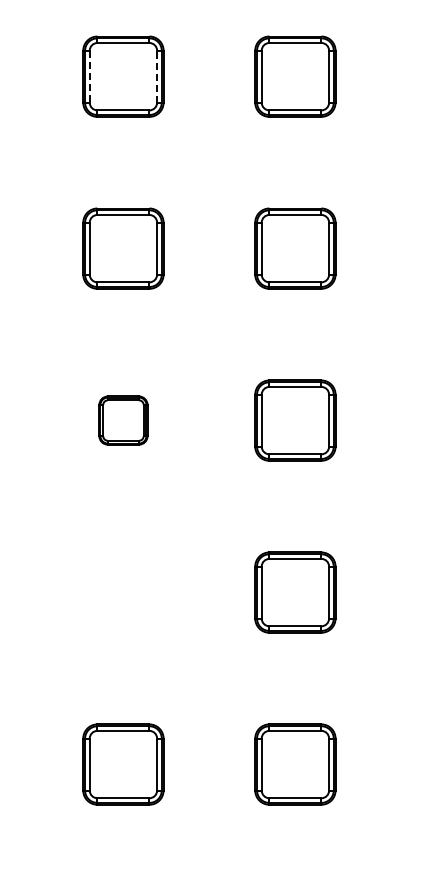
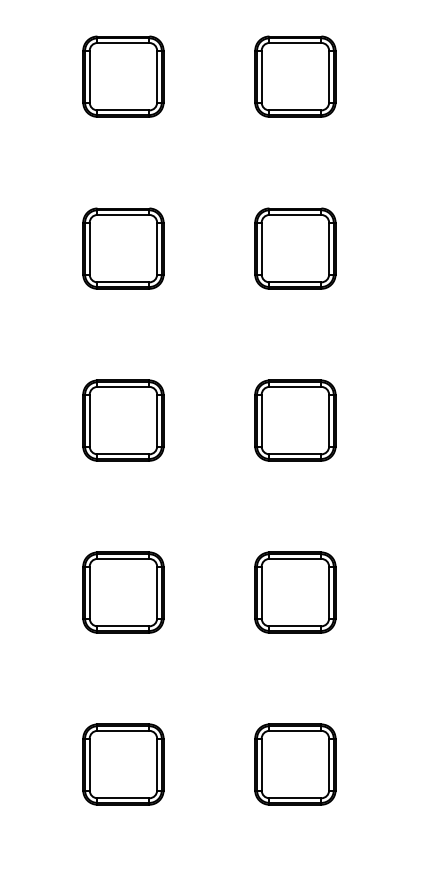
line at (89, 76): dashed -> solid
line at (157, 76): dashed -> solid
part at (123, 420) size: 51x51 px -> 83x83 px
part at (123, 592): none -> present
